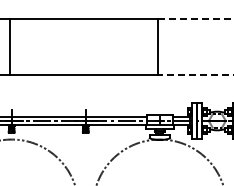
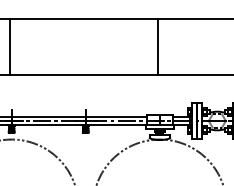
line at (195, 19): dashed -> solid
line at (195, 74): dashed -> solid
